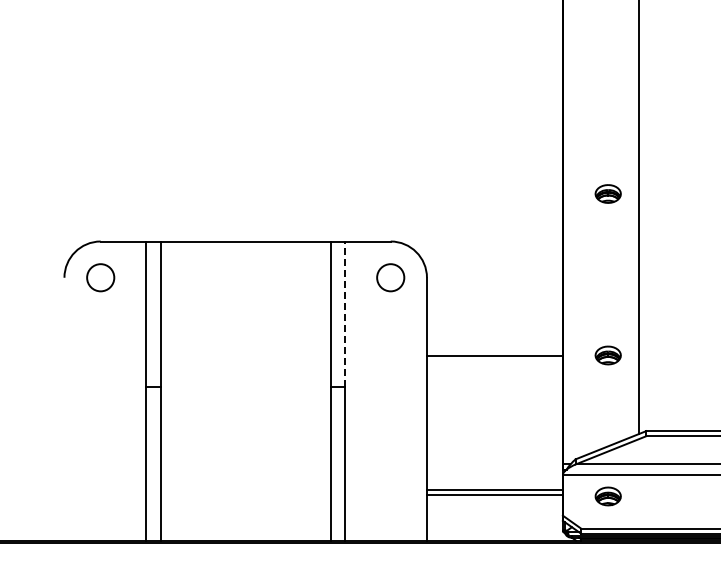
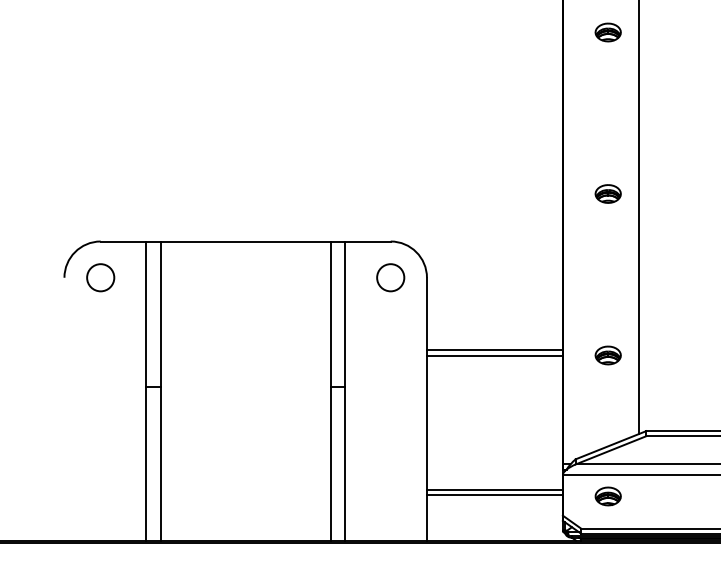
part at (607, 32): none -> present
line at (345, 314): dashed -> solid
line at (494, 350): none -> present
